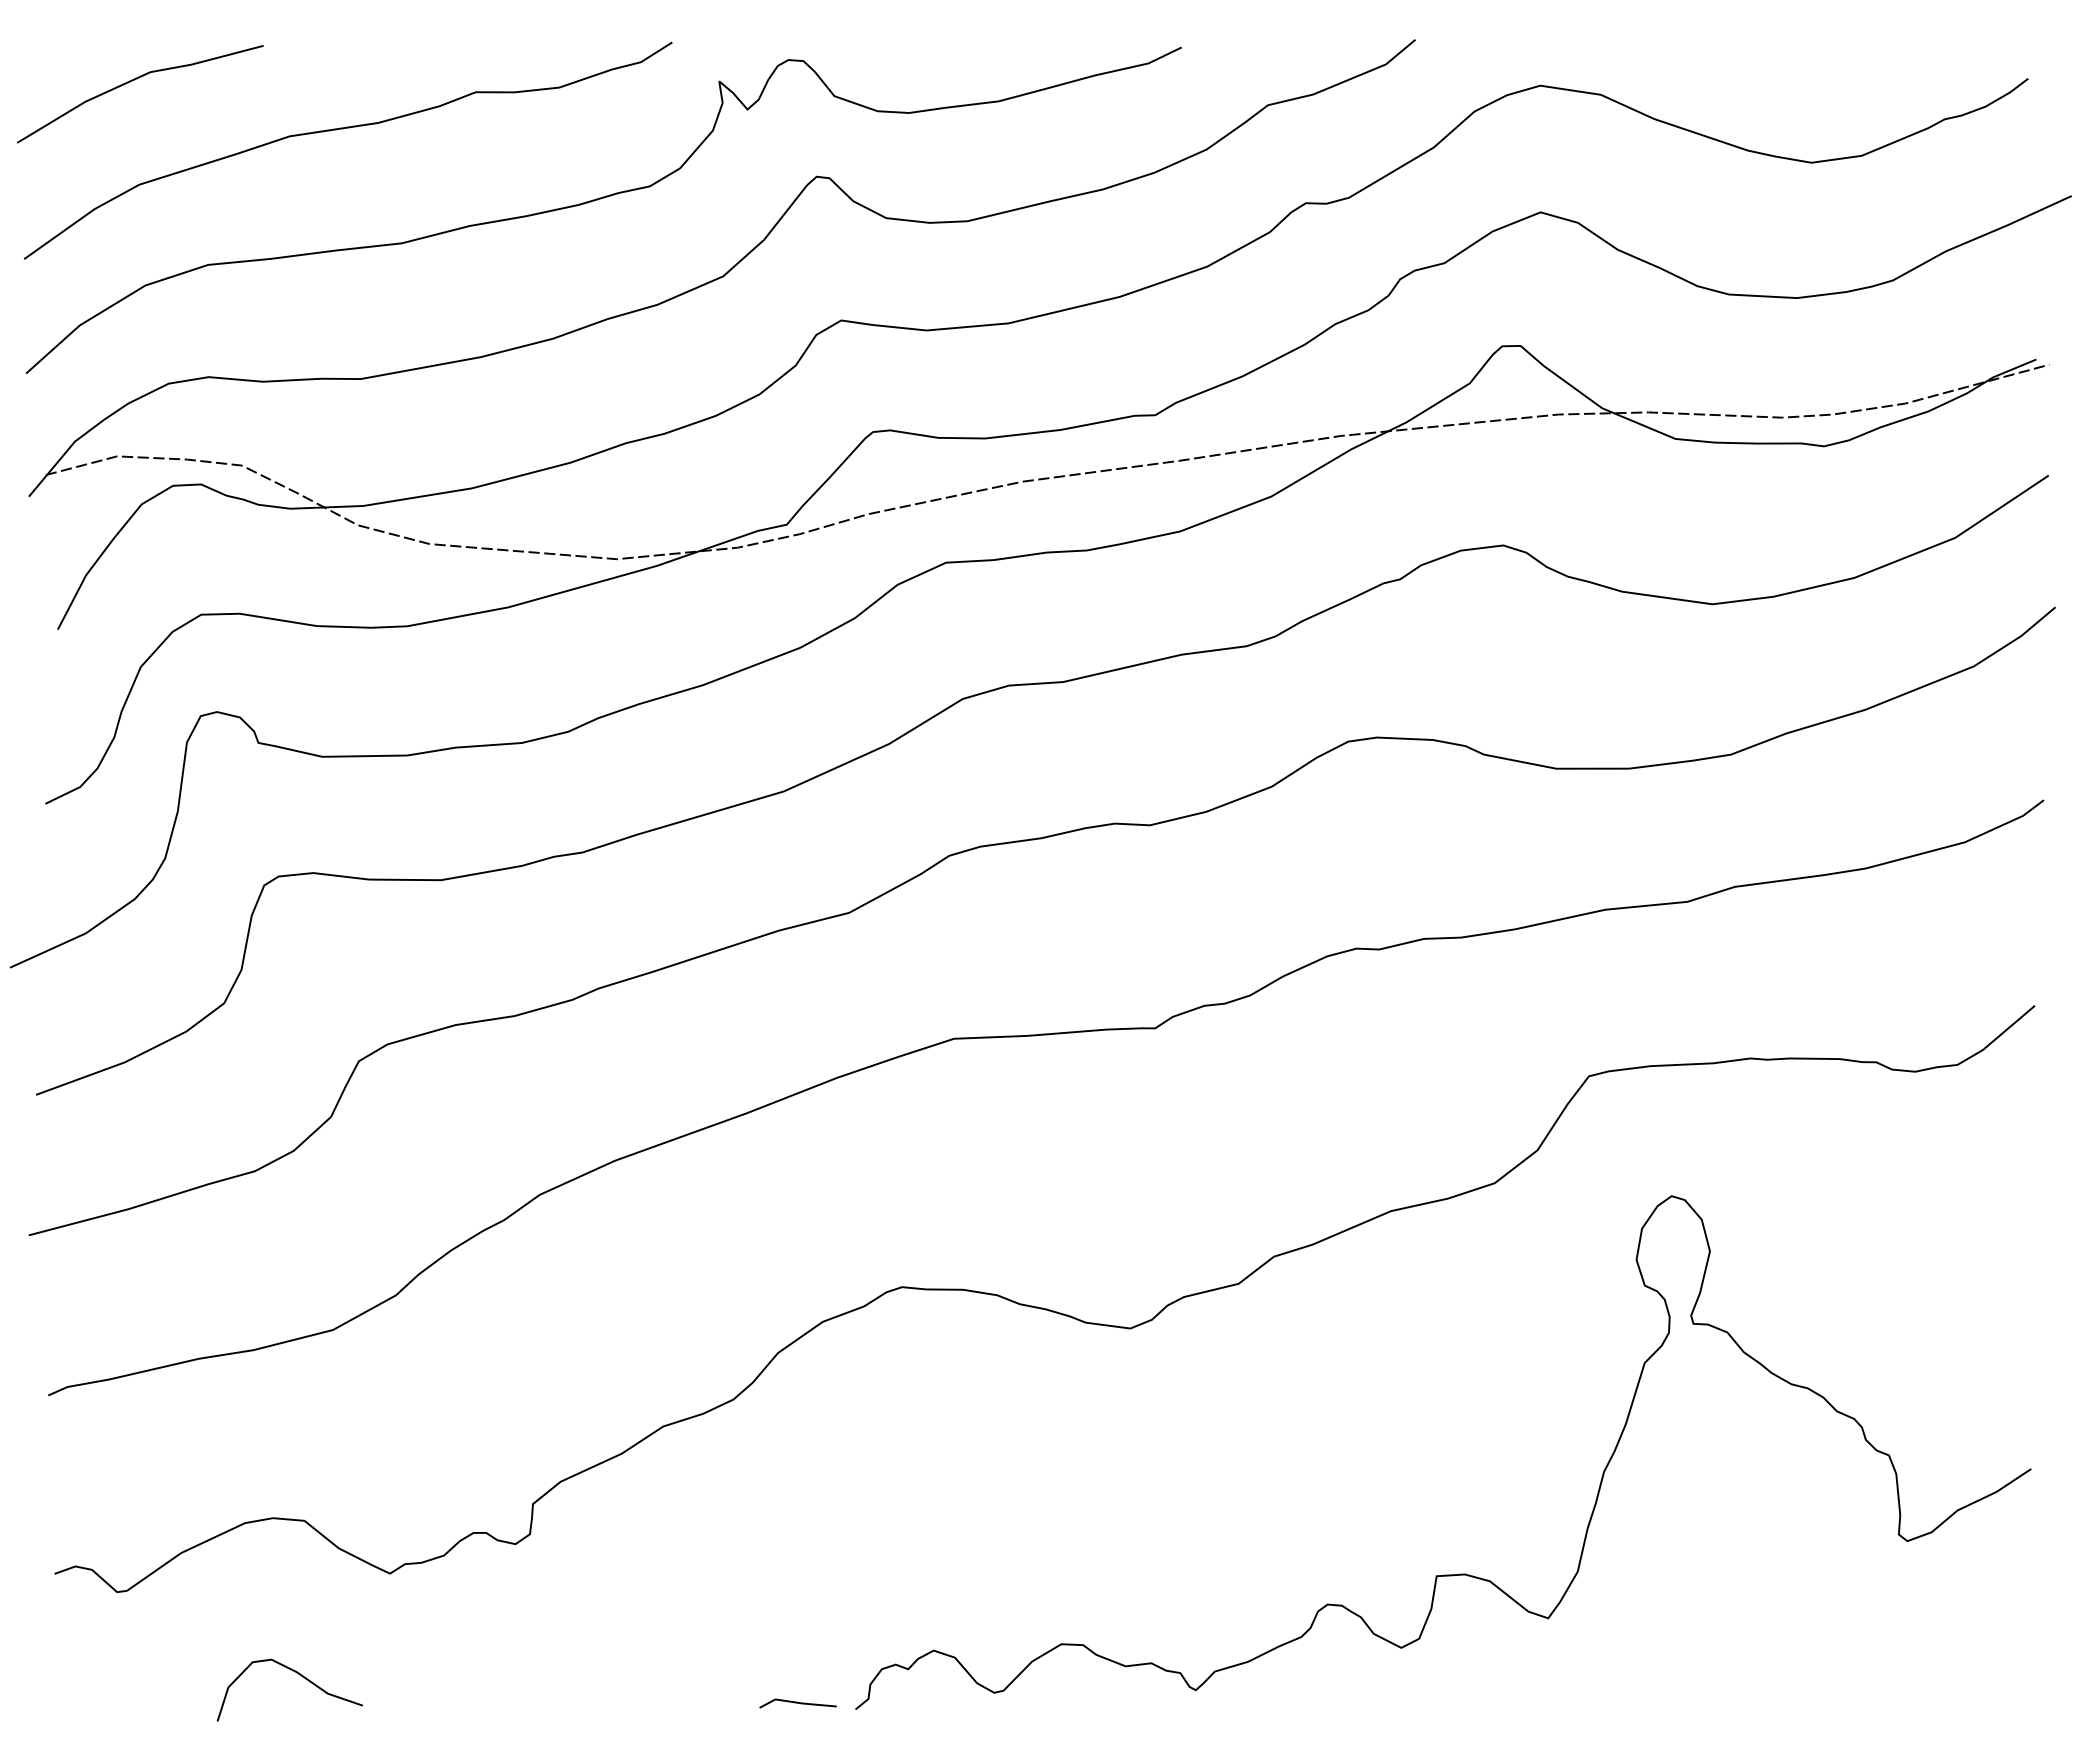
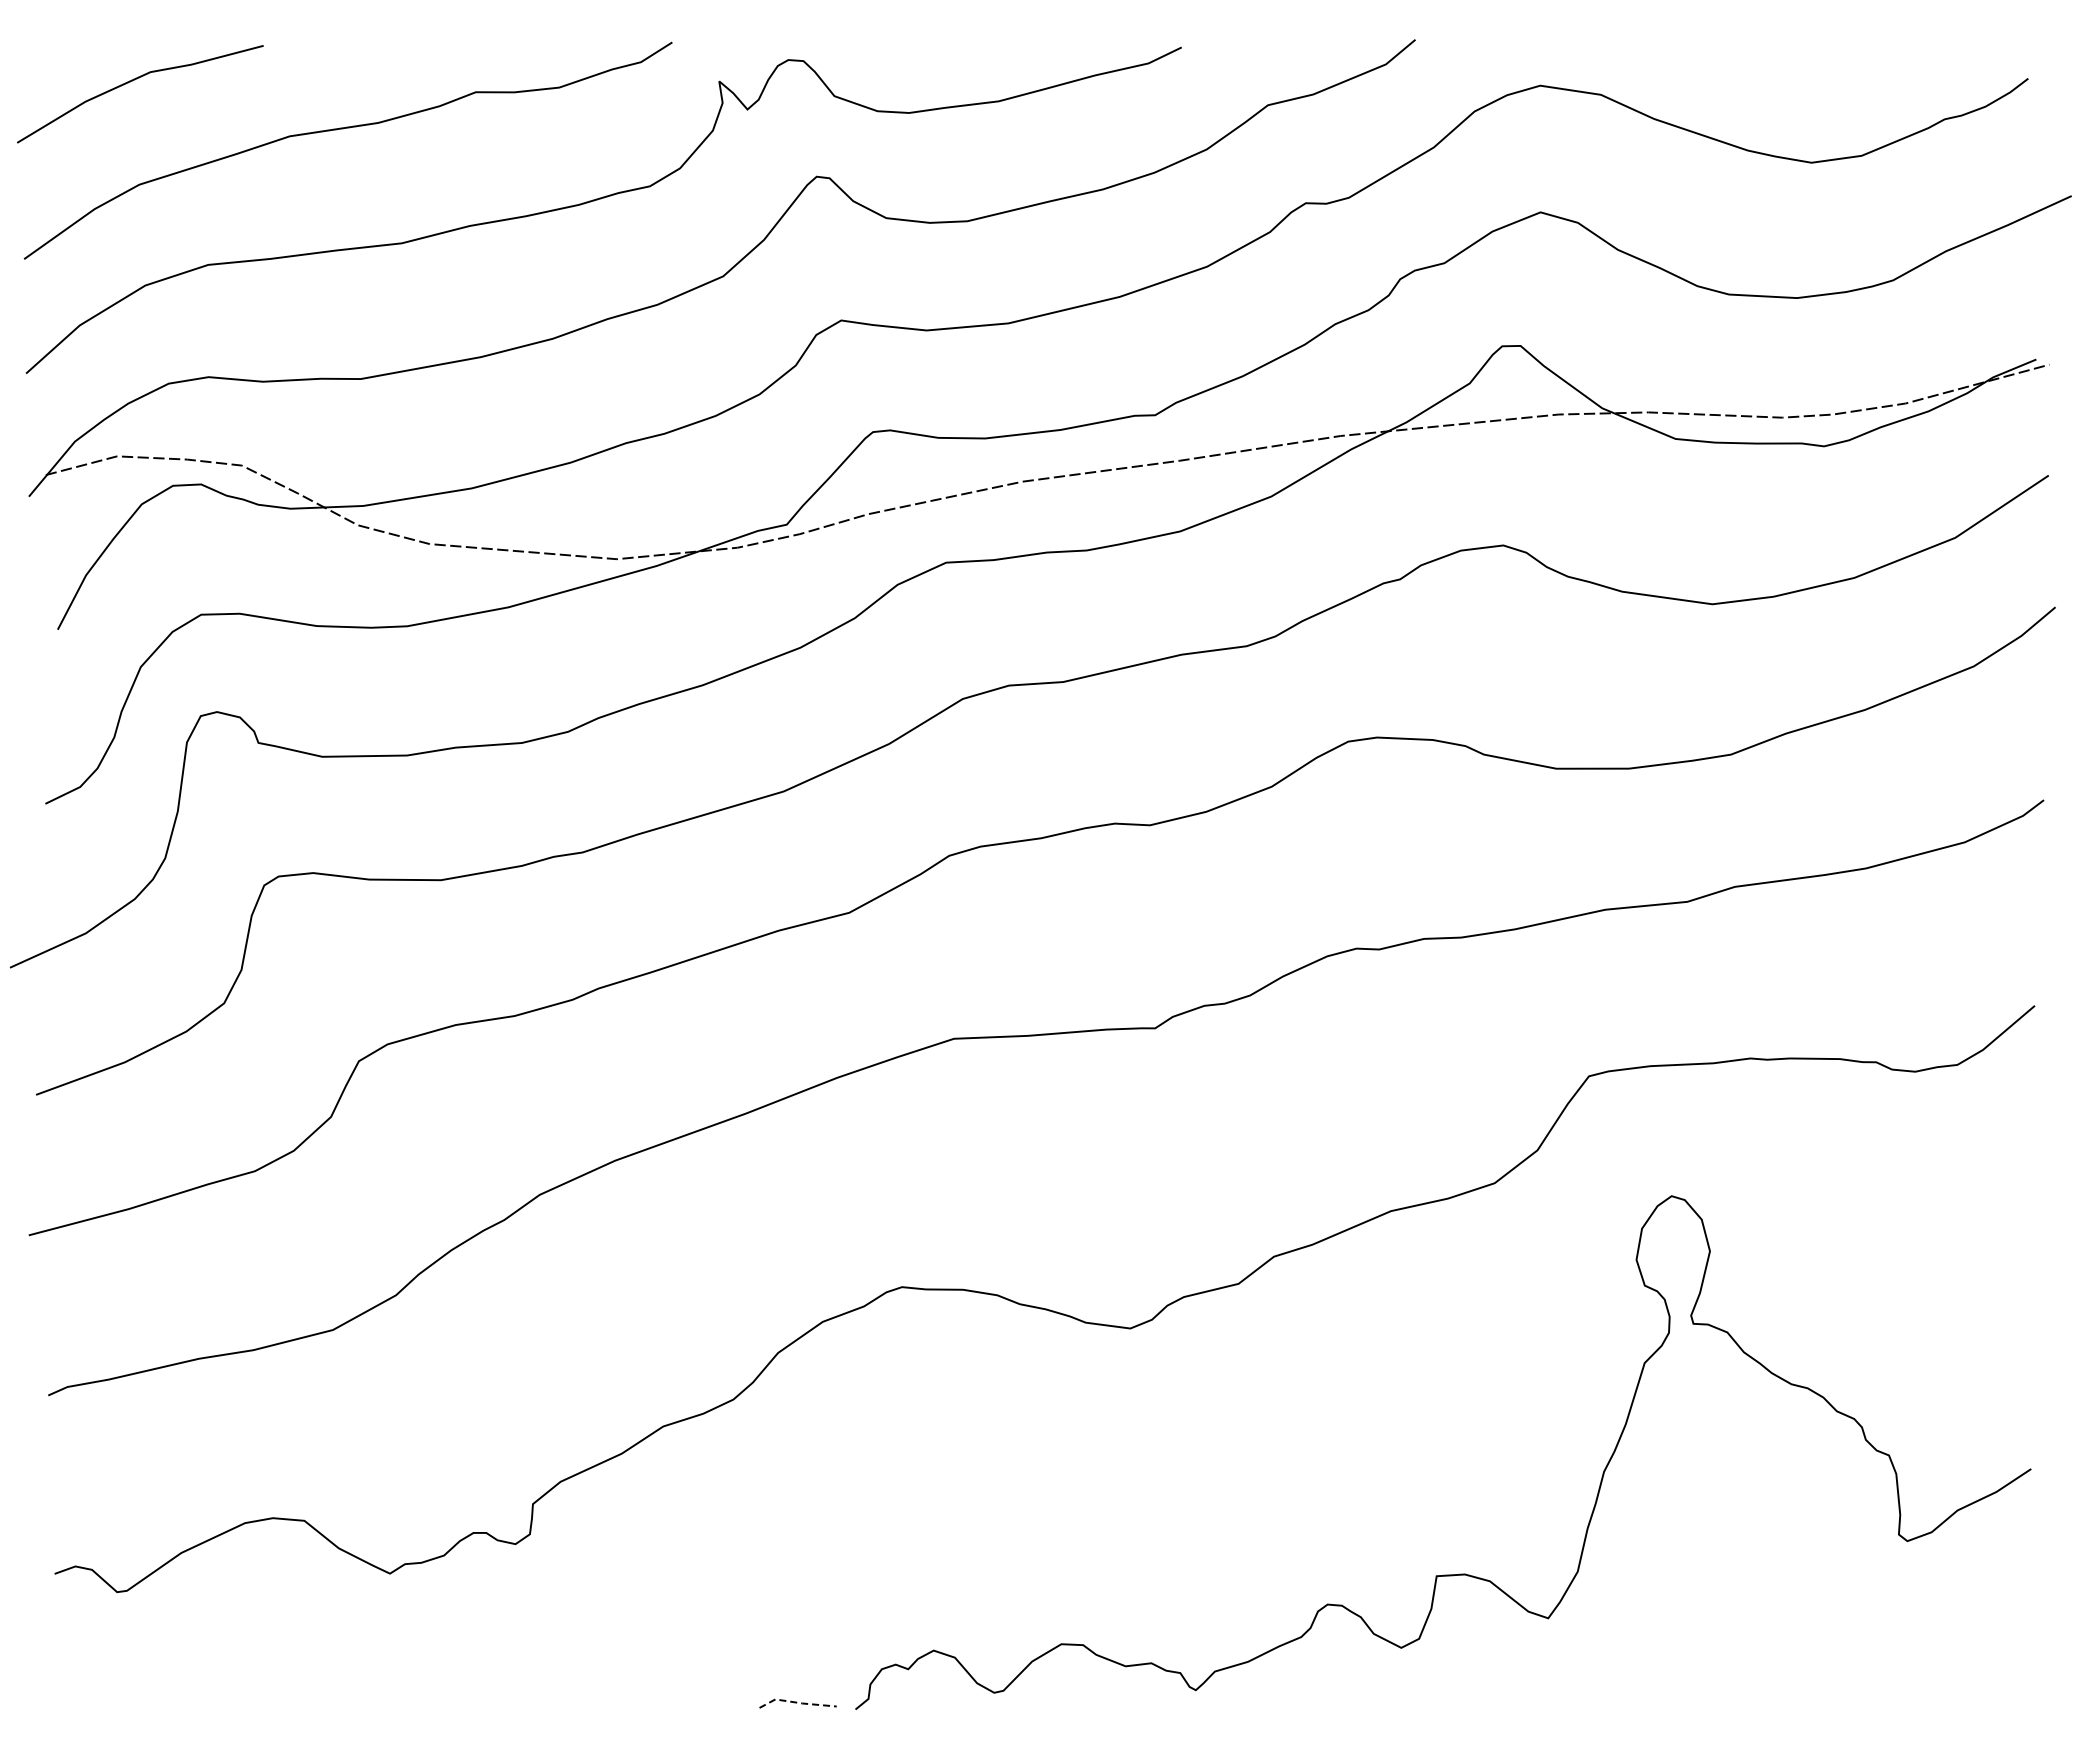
curve at (299, 1675): present -> none
line at (796, 1702): solid -> dashed
